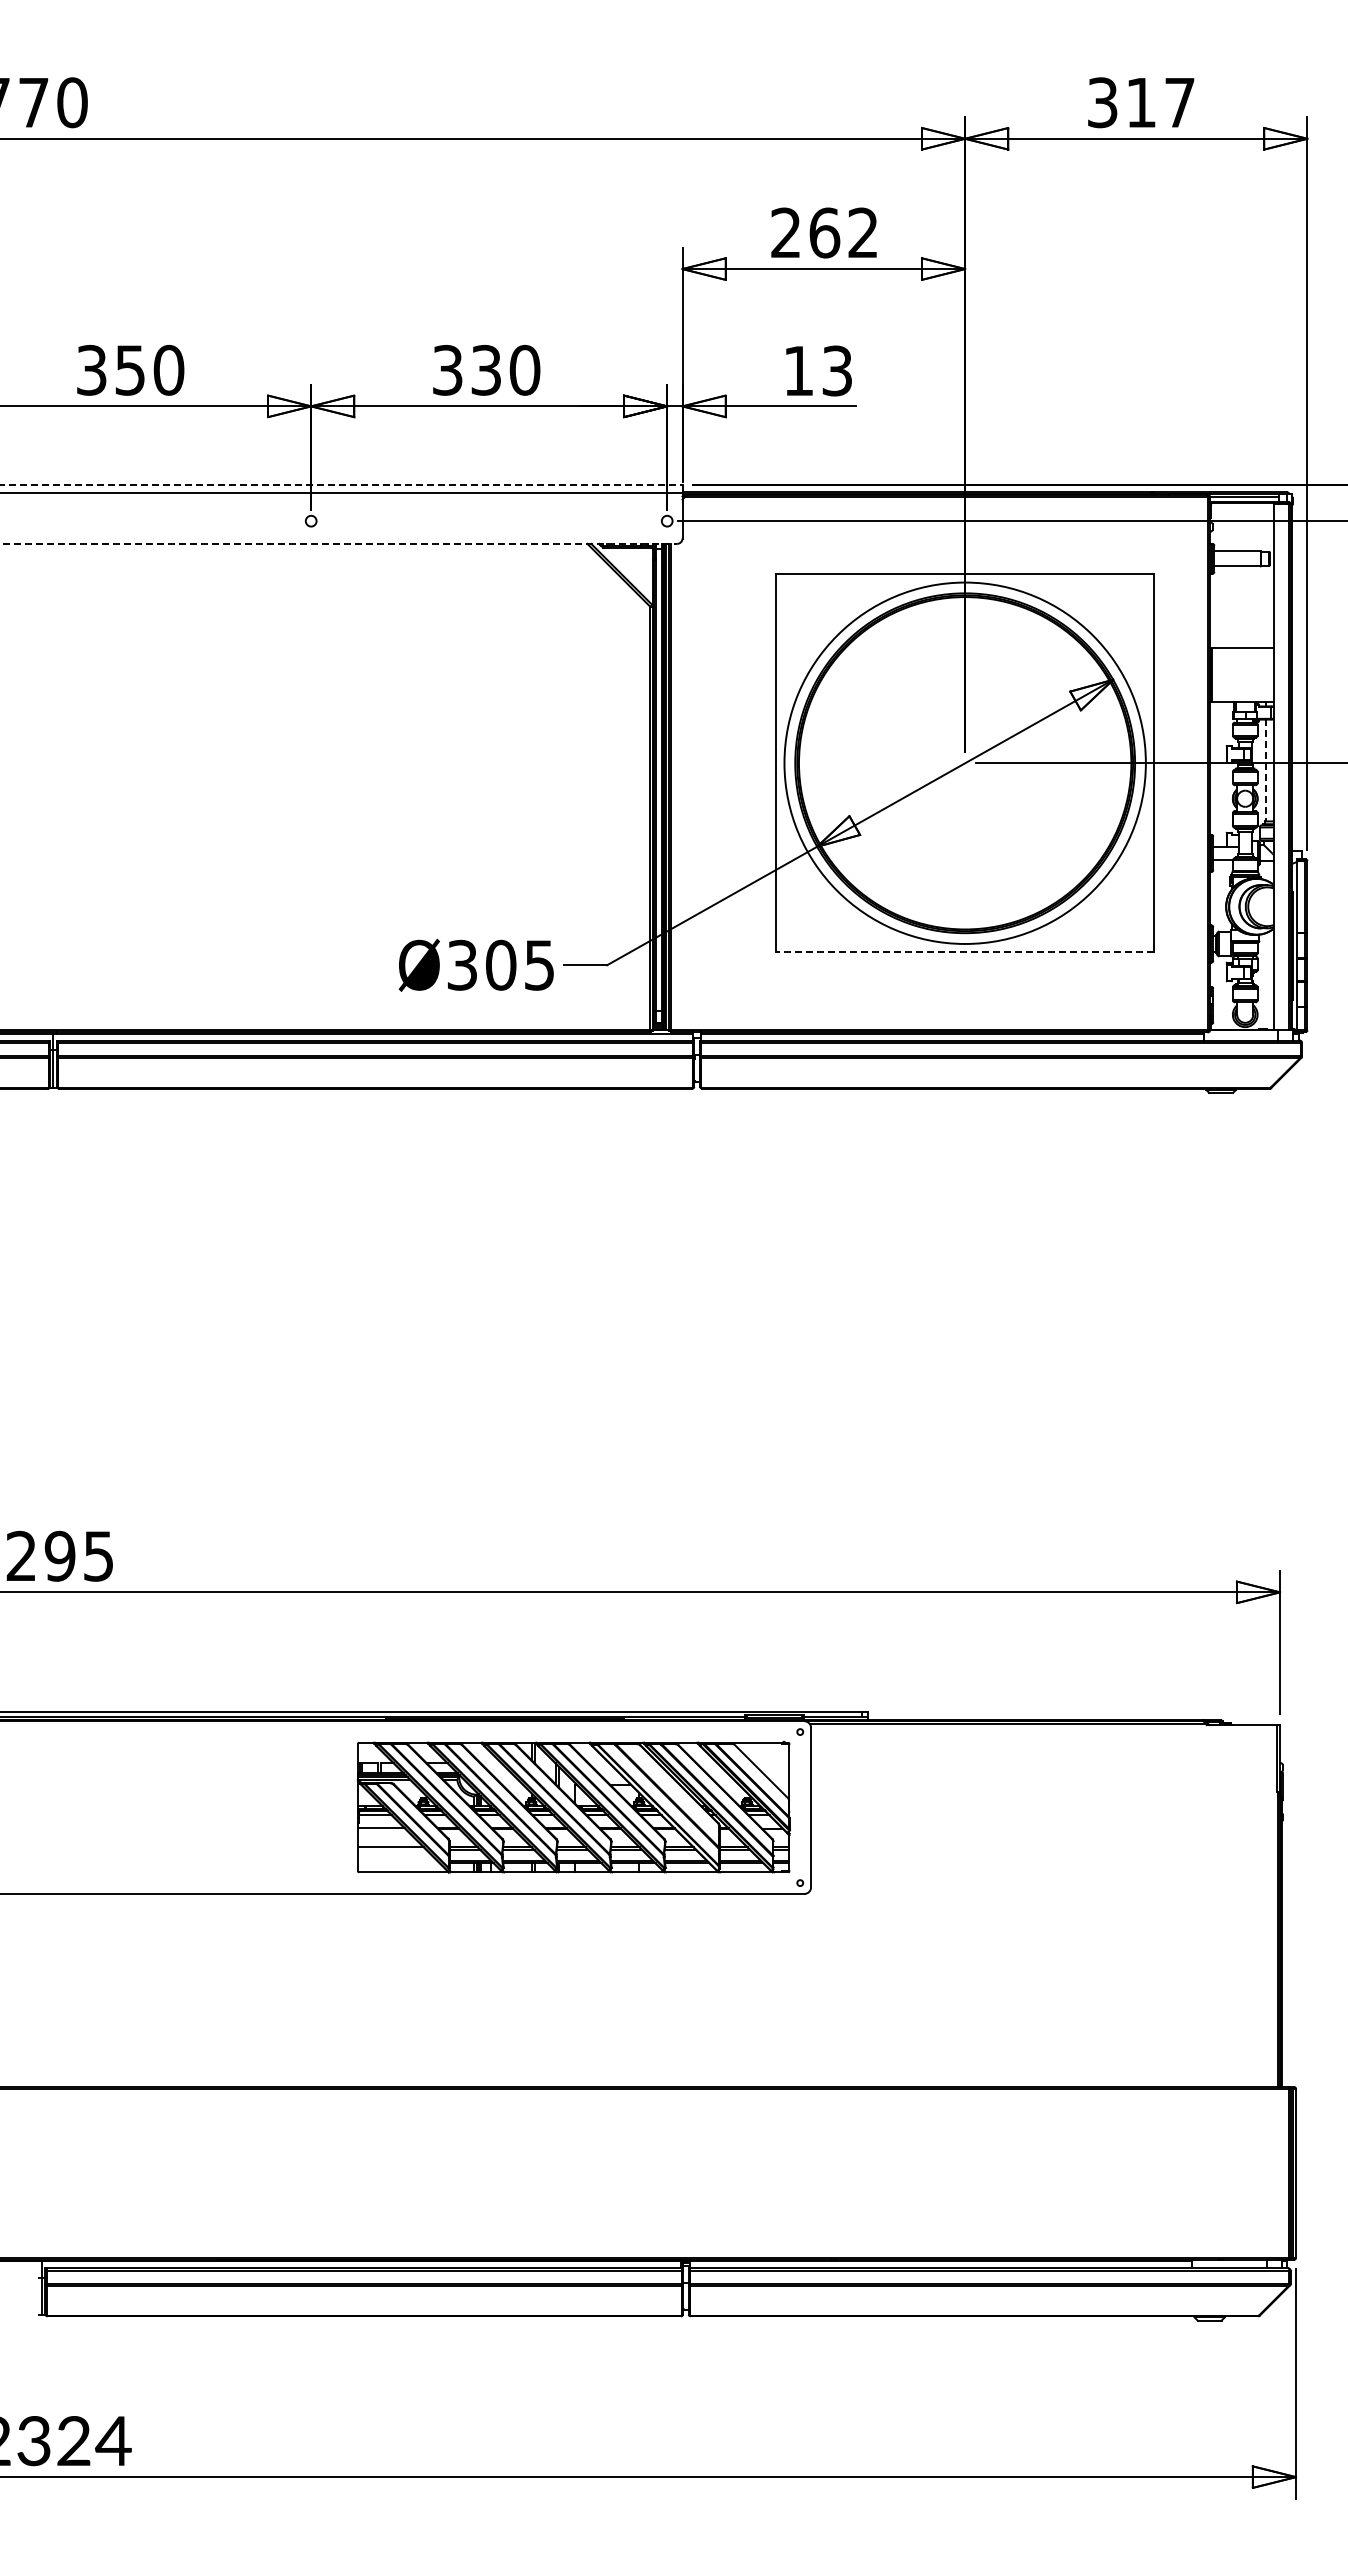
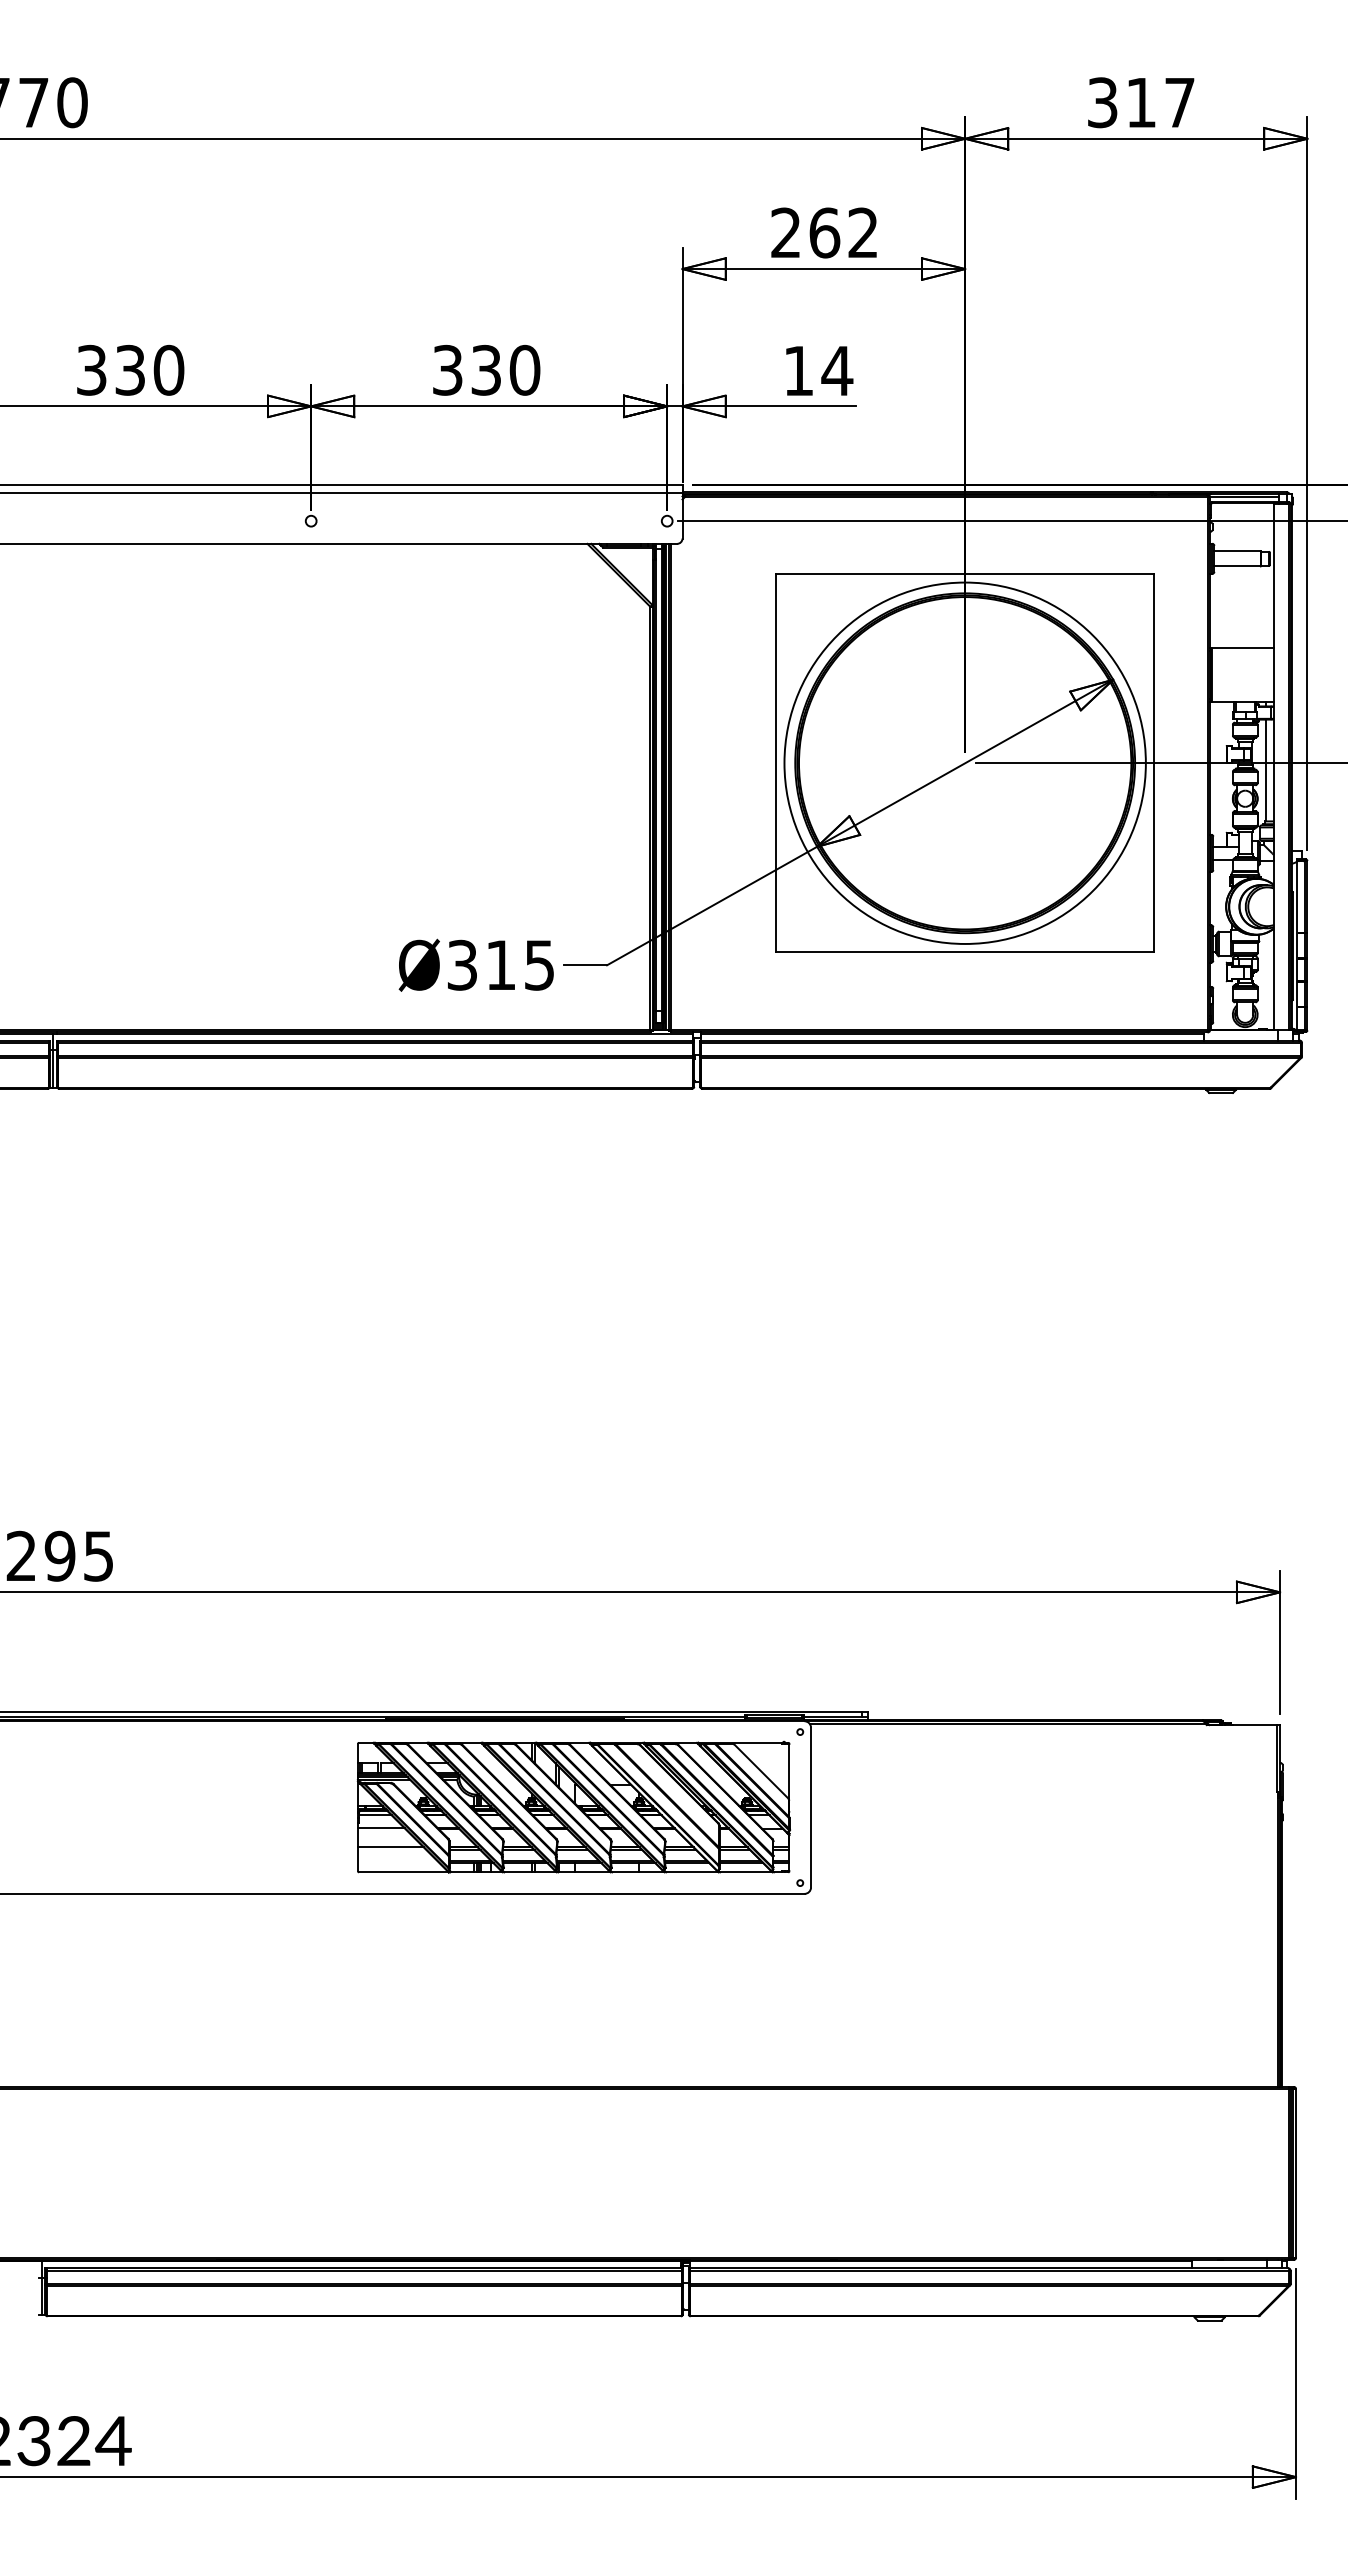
text at (130, 369): 350 -> 330
text at (837, 370): 13 -> 14
line at (341, 484): dashed -> solid
line at (339, 543): dashed -> solid
line at (1265, 770): dashed -> solid
line at (965, 952): dashed -> solid
text at (501, 964): Ø305 -> Ø315
